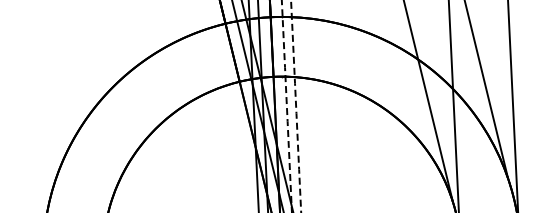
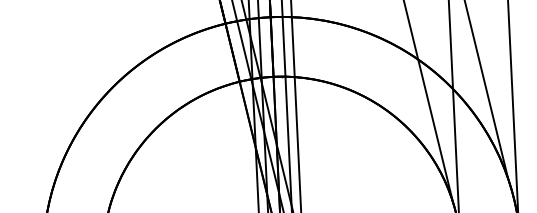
arc at (286, 106): dashed -> solid
arc at (296, 107): dashed -> solid
